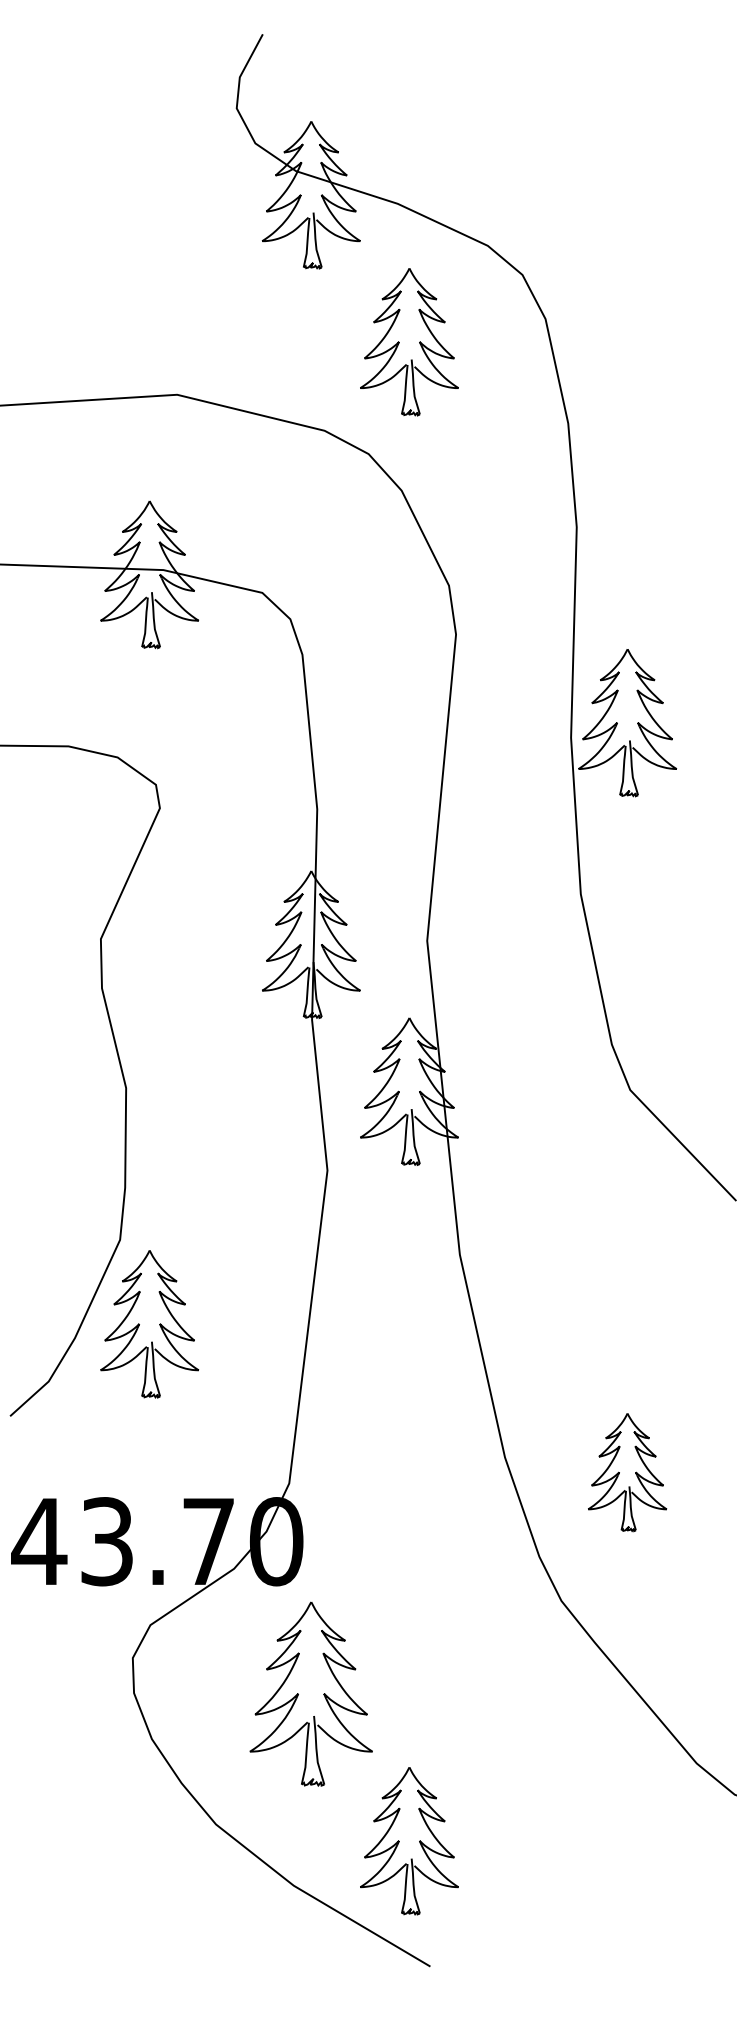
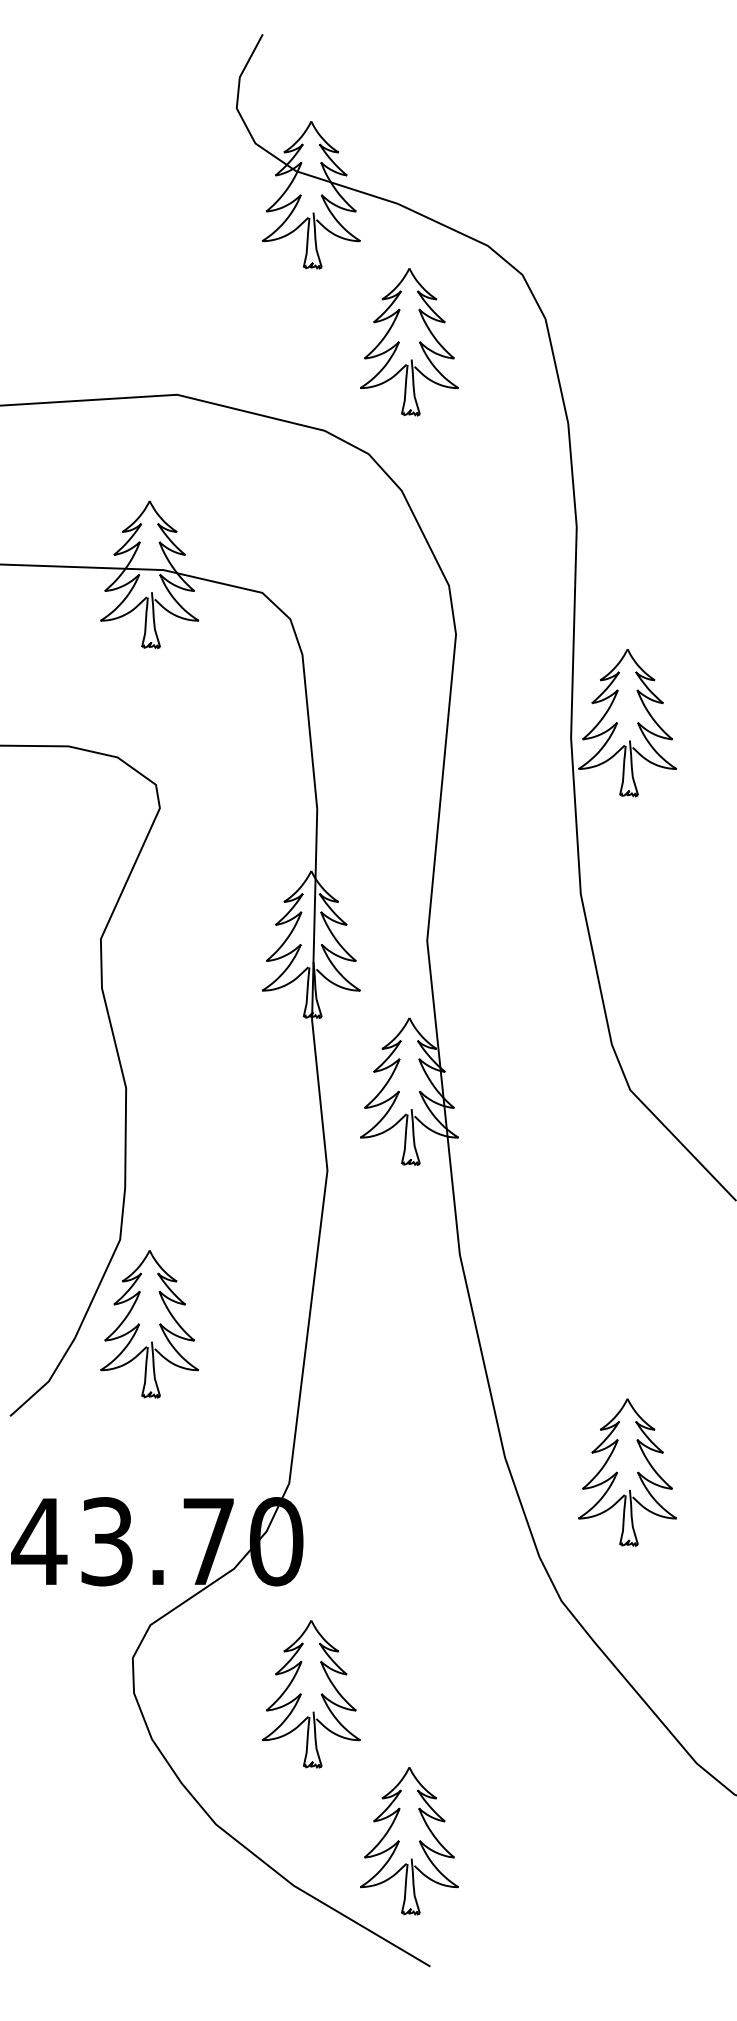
part at (627, 1472) size: 80x120 px -> 99x149 px
part at (310, 1693) size: 124x186 px -> 99x149 px
